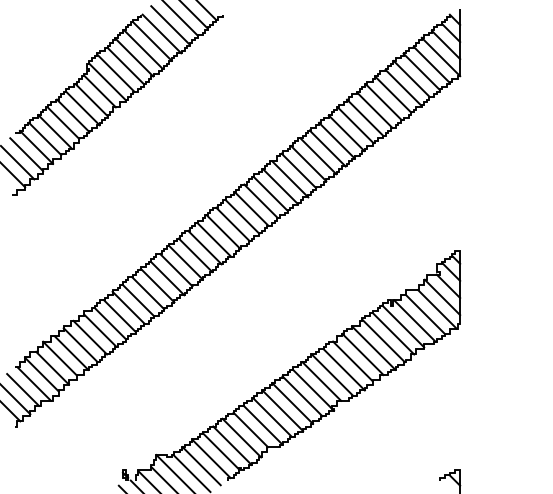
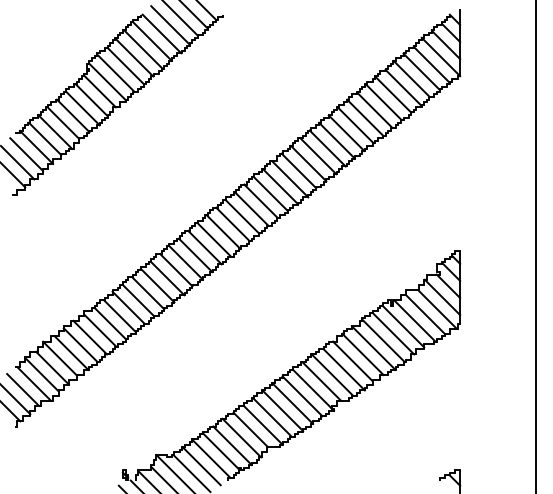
line at (536, 246): none -> present
